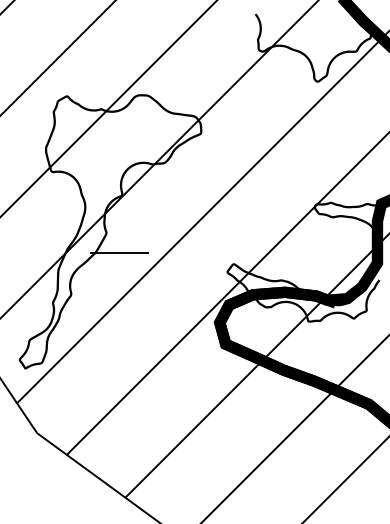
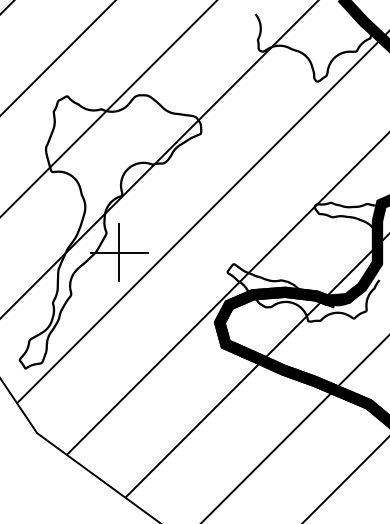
line at (119, 252): none -> present
